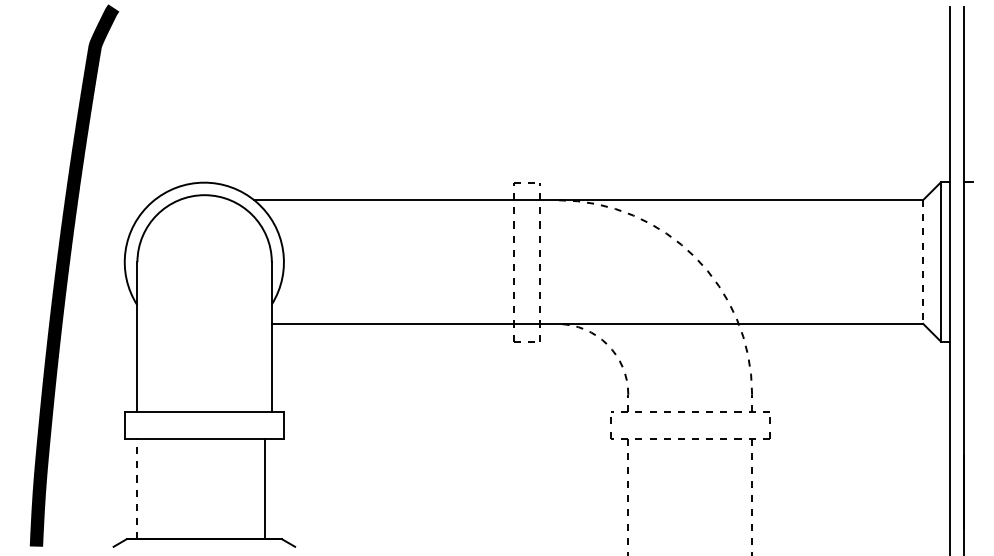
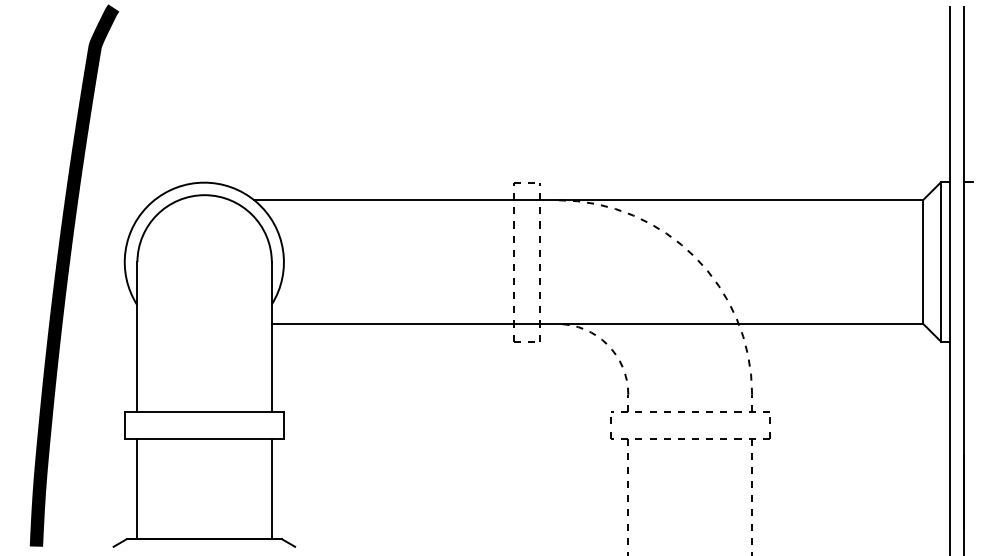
line at (923, 261): dashed -> solid
line at (137, 488): dashed -> solid
line at (264, 488) position: (264, 488) -> (271, 488)
